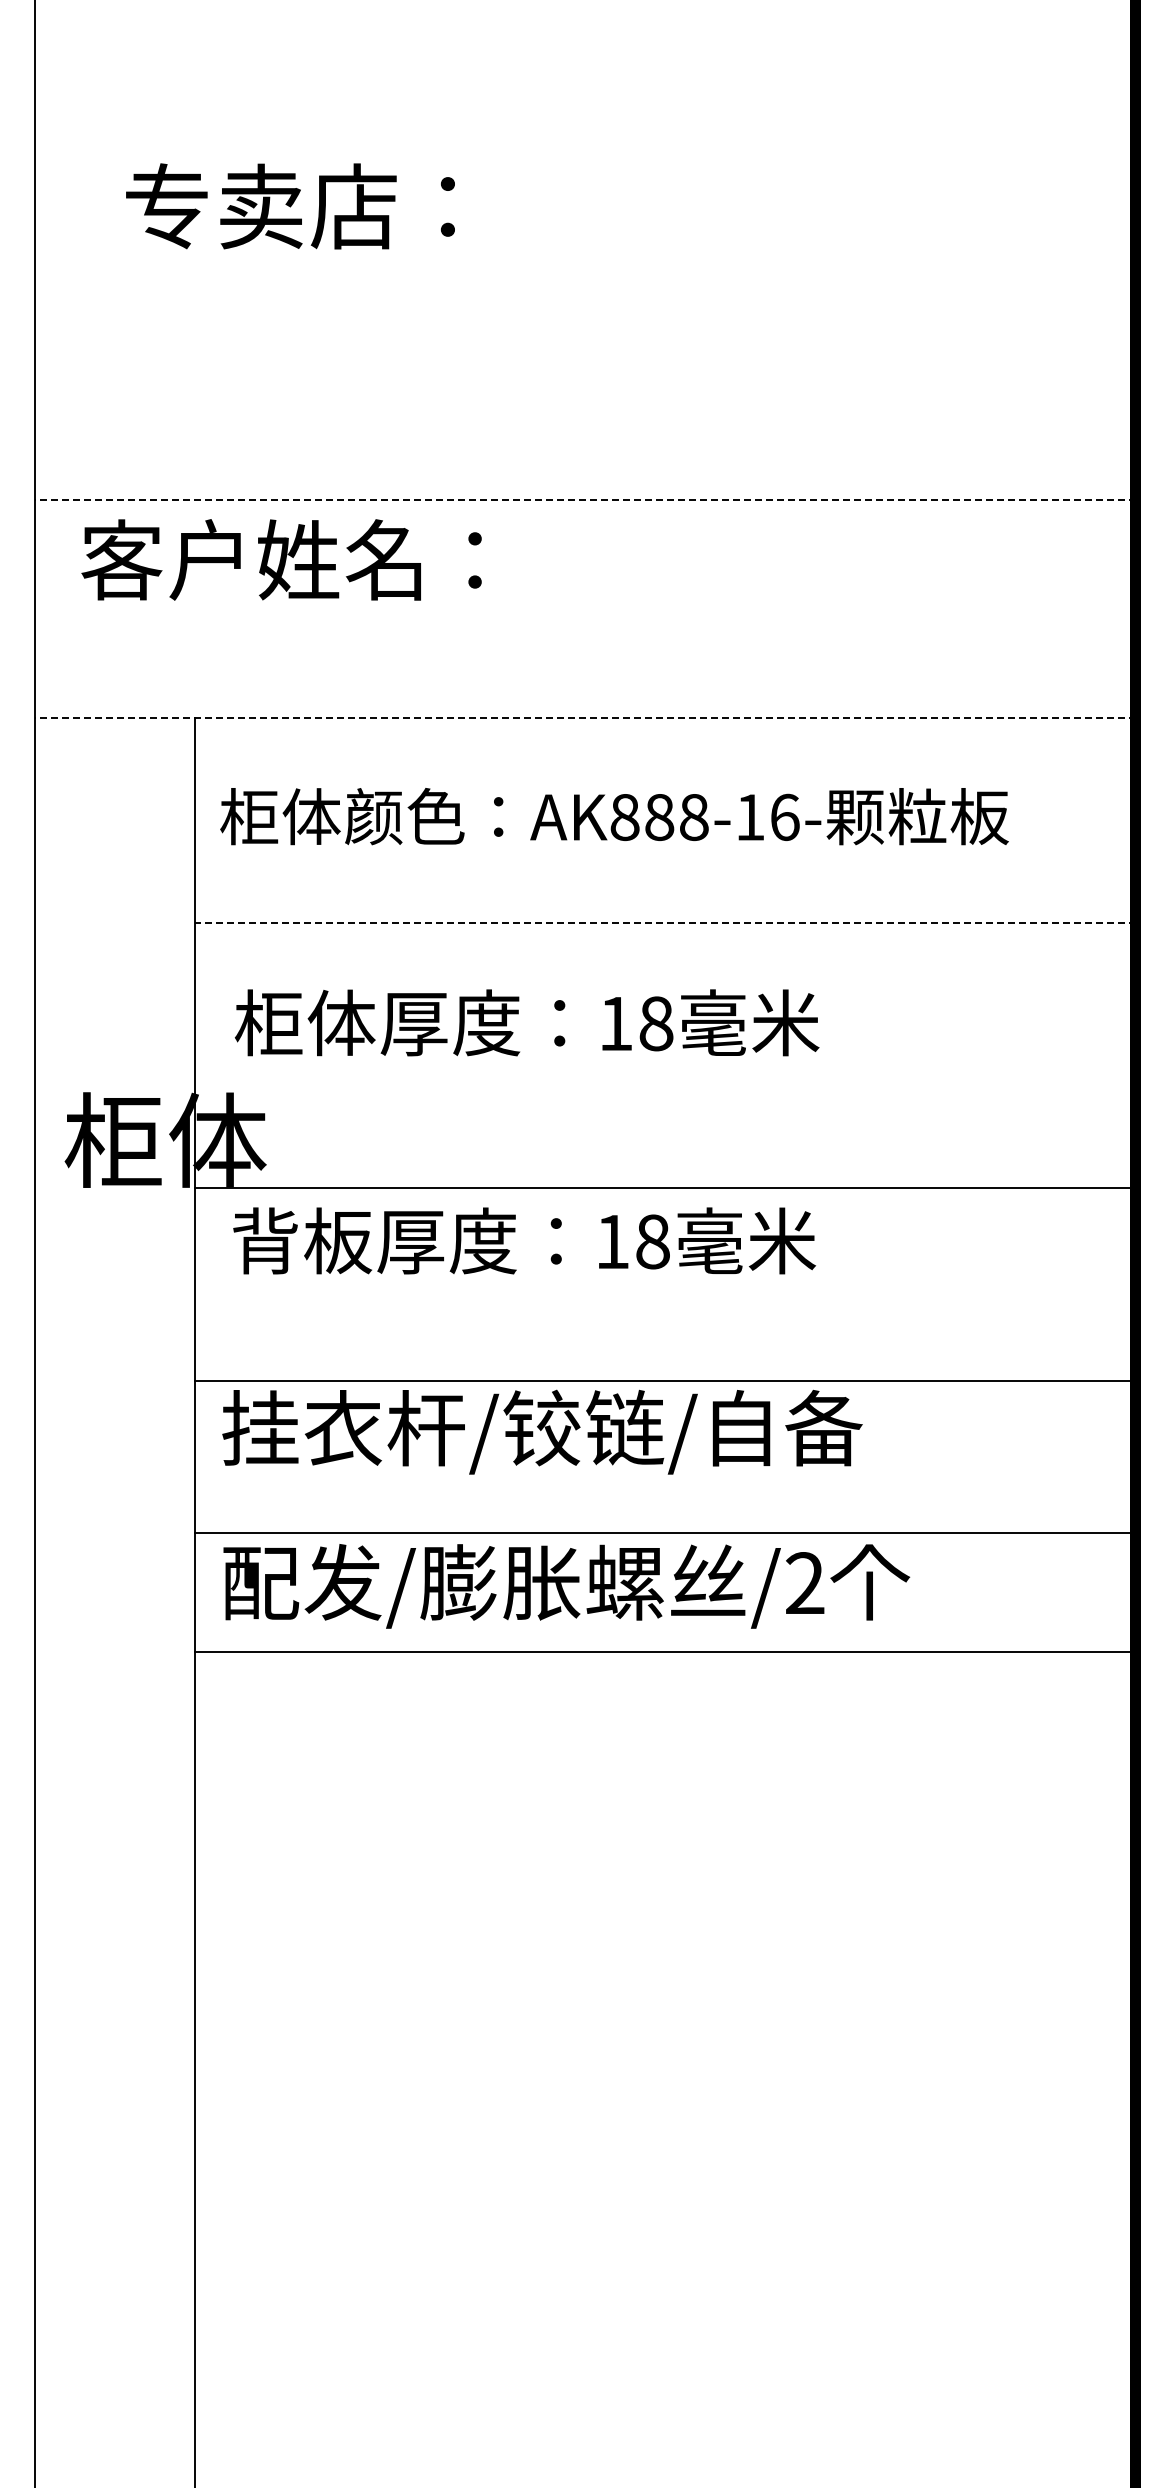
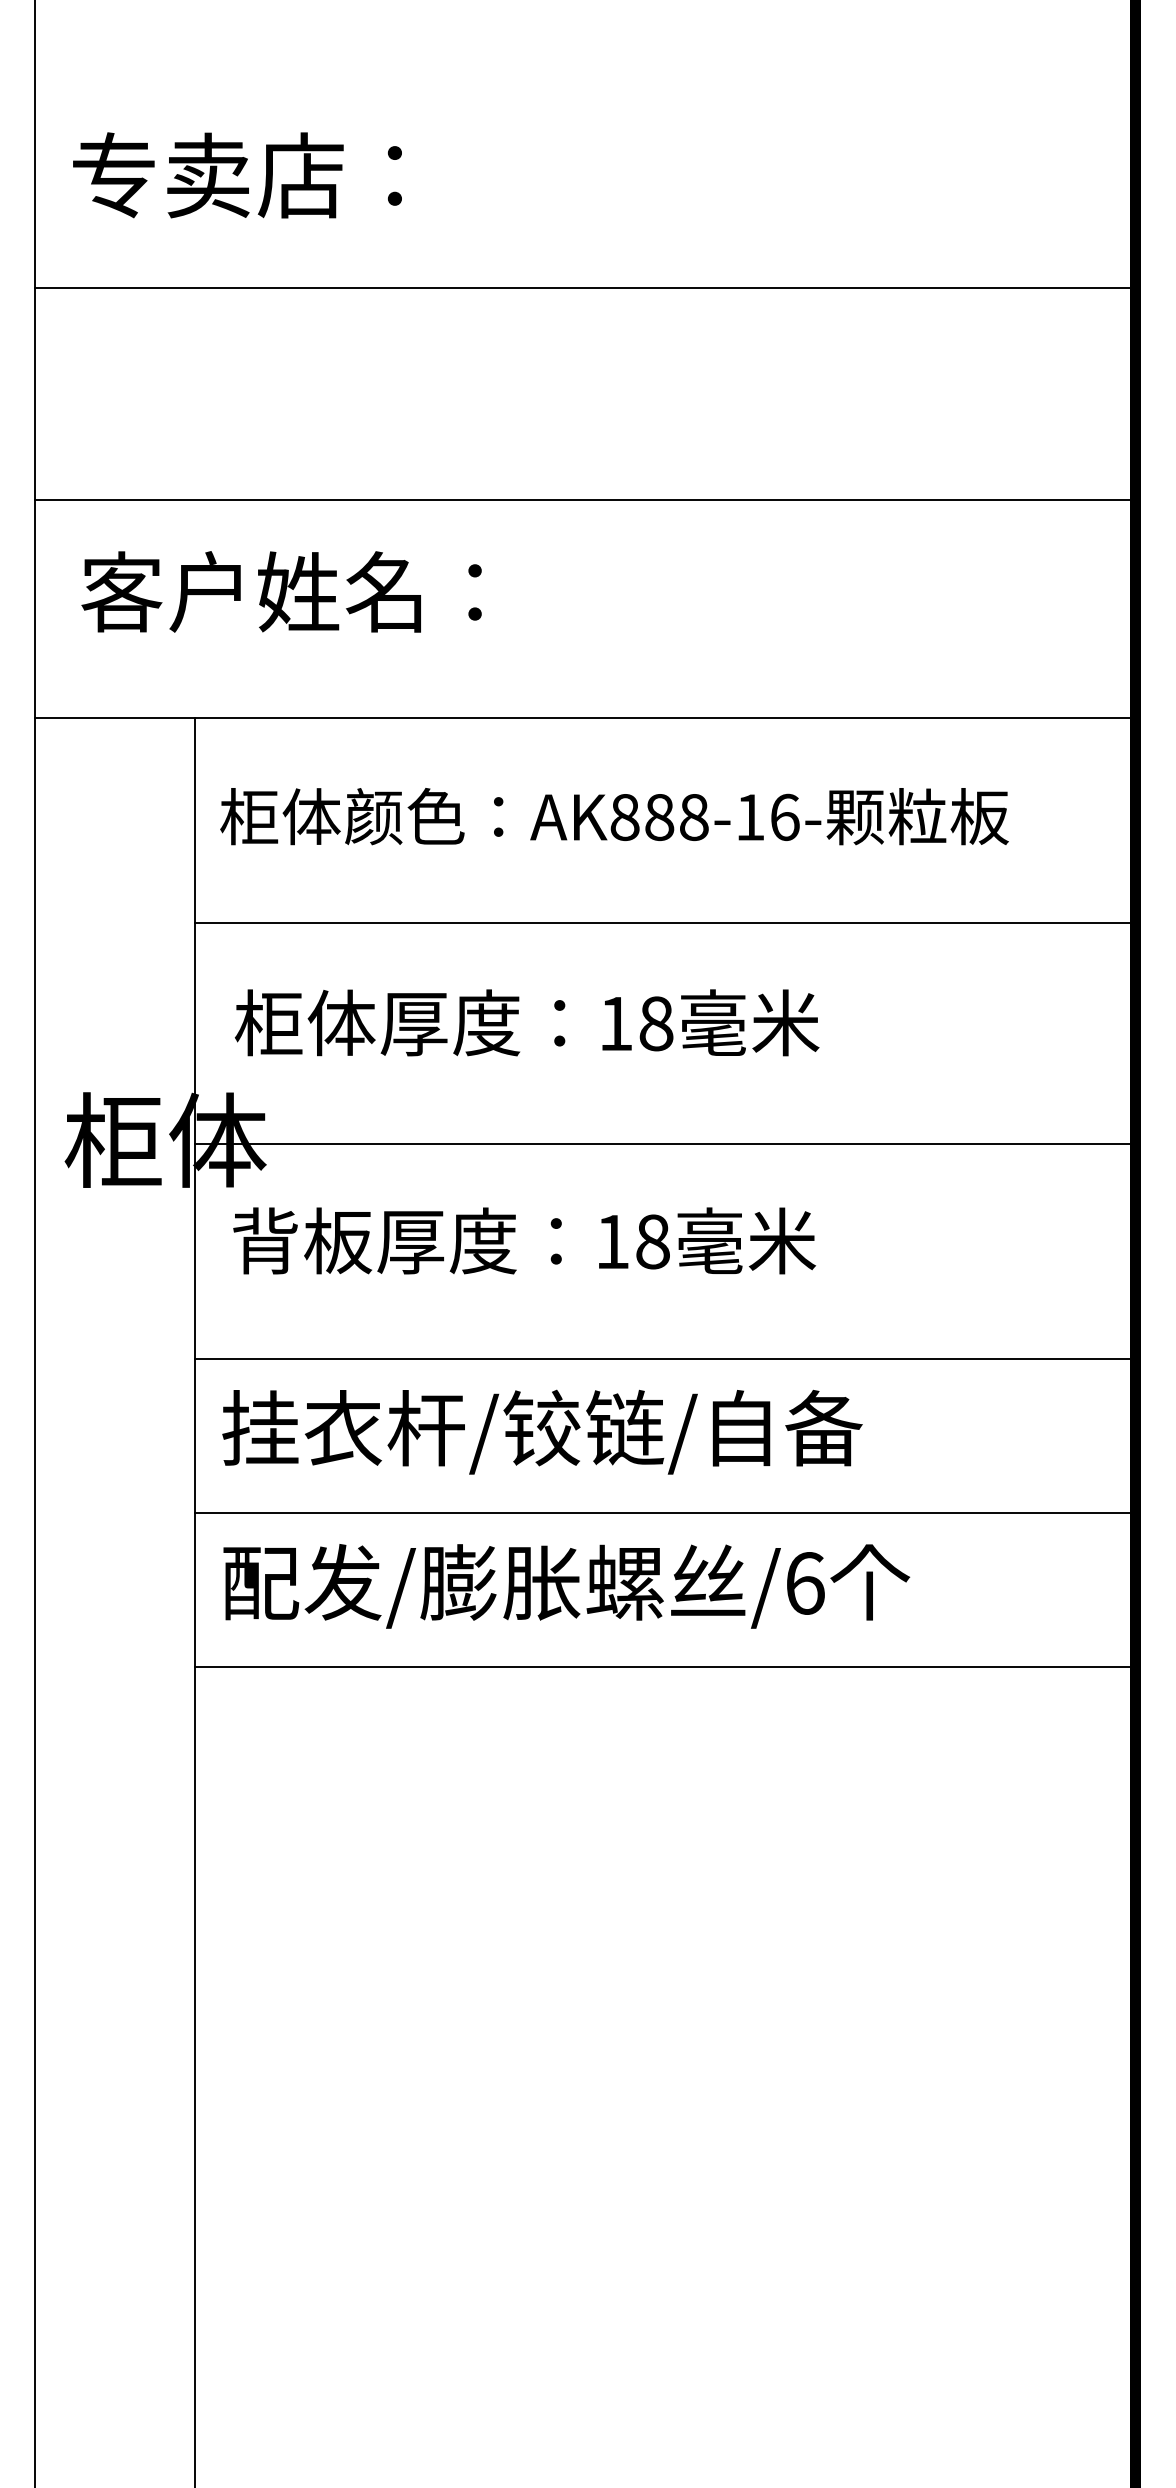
text at (290, 206) position: (290, 206) -> (237, 175)
line at (585, 287): none -> present
line at (584, 500): dashed -> solid
text at (281, 559) position: (281, 559) -> (281, 591)
line at (584, 718): dashed -> solid
line at (664, 923): dashed -> solid
line at (664, 1187) position: (664, 1187) -> (664, 1143)
line at (664, 1380) position: (664, 1380) -> (664, 1358)
line at (664, 1532) position: (664, 1532) -> (664, 1512)
text at (805, 1583): /2 -> /6
line at (664, 1652) position: (664, 1652) -> (664, 1667)
